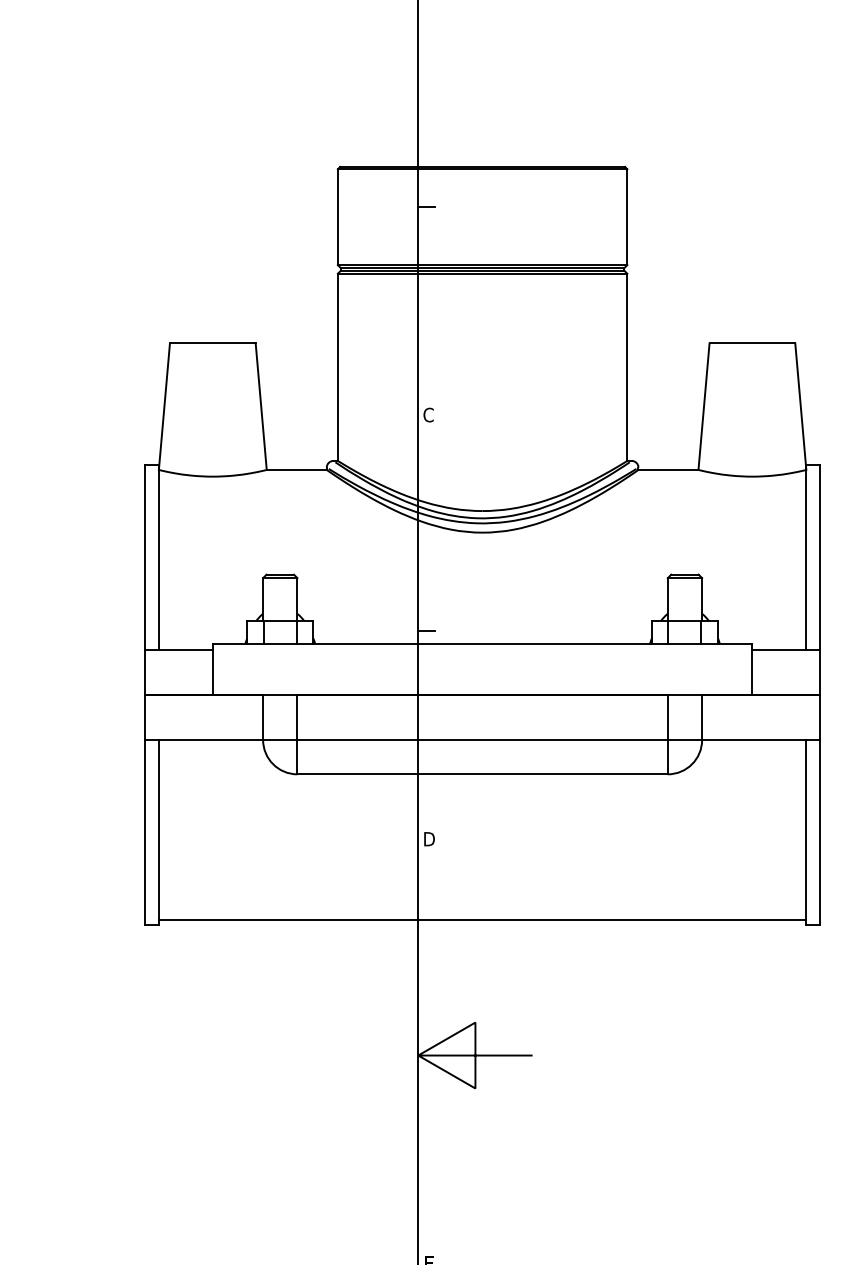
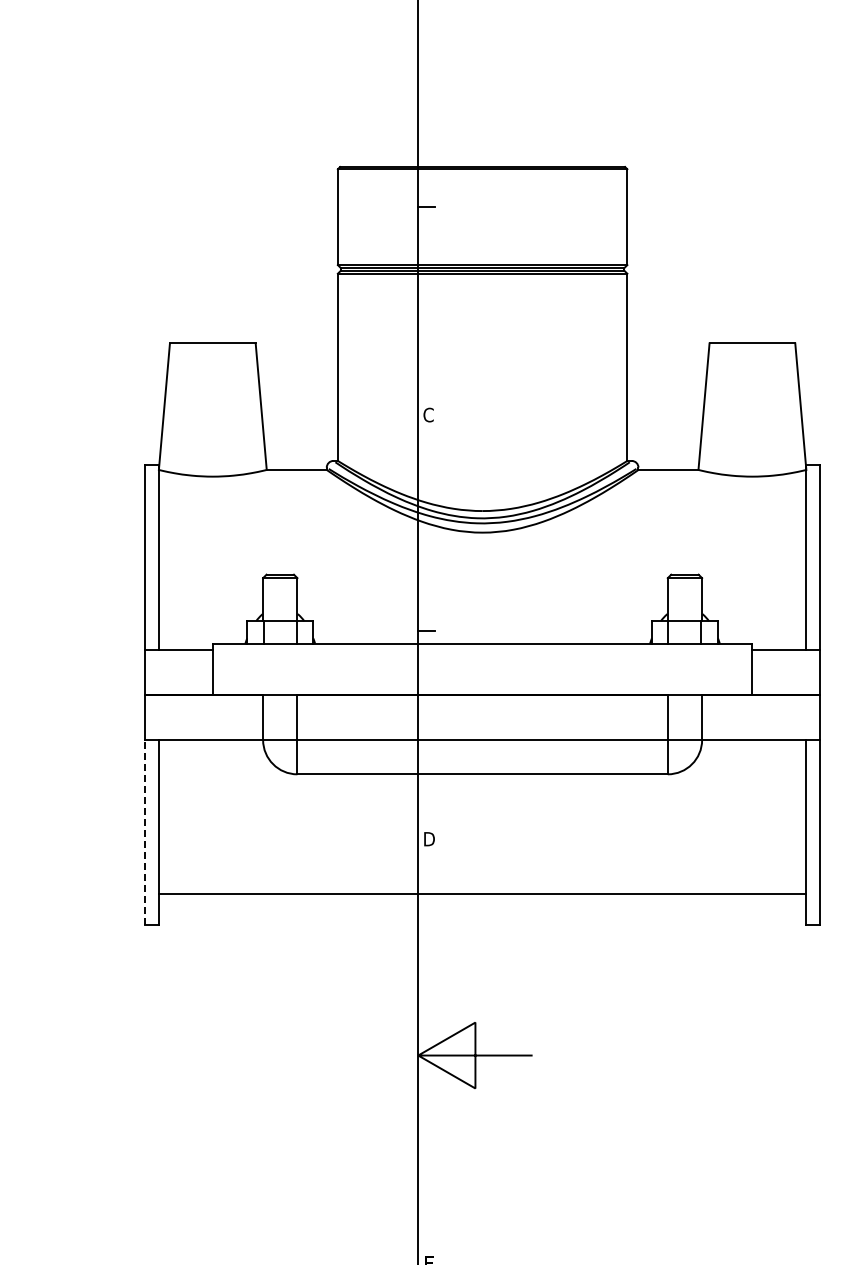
line at (145, 831): solid -> dashed
line at (482, 920) position: (482, 920) -> (482, 894)
